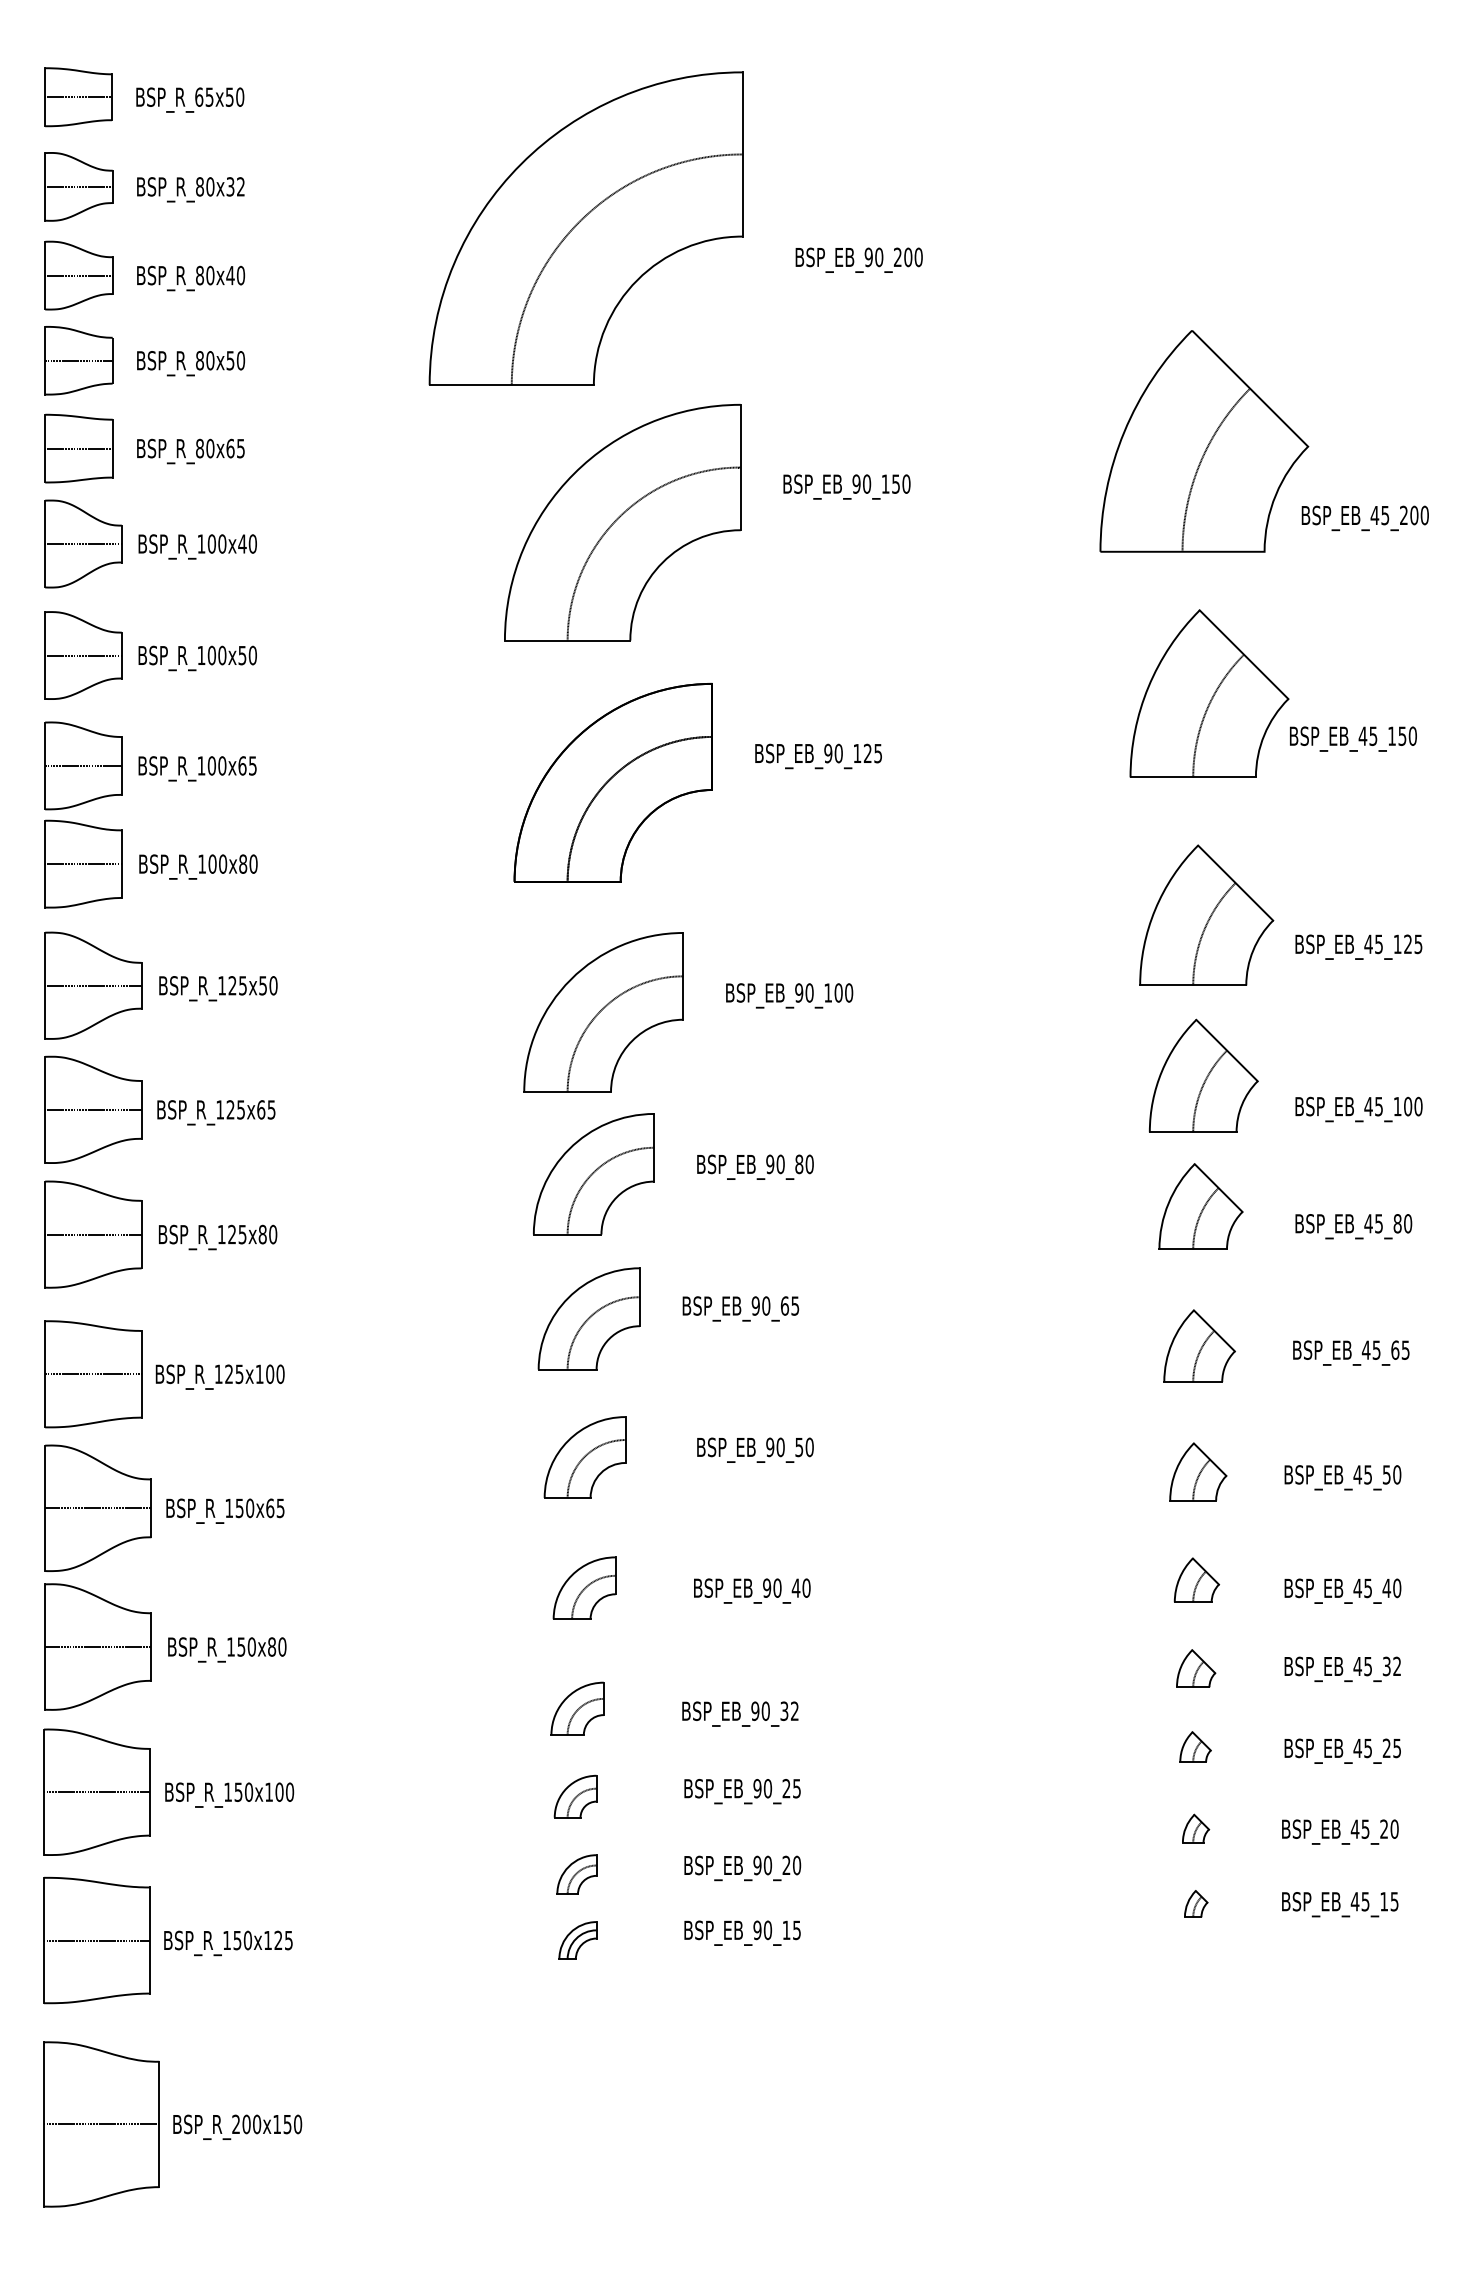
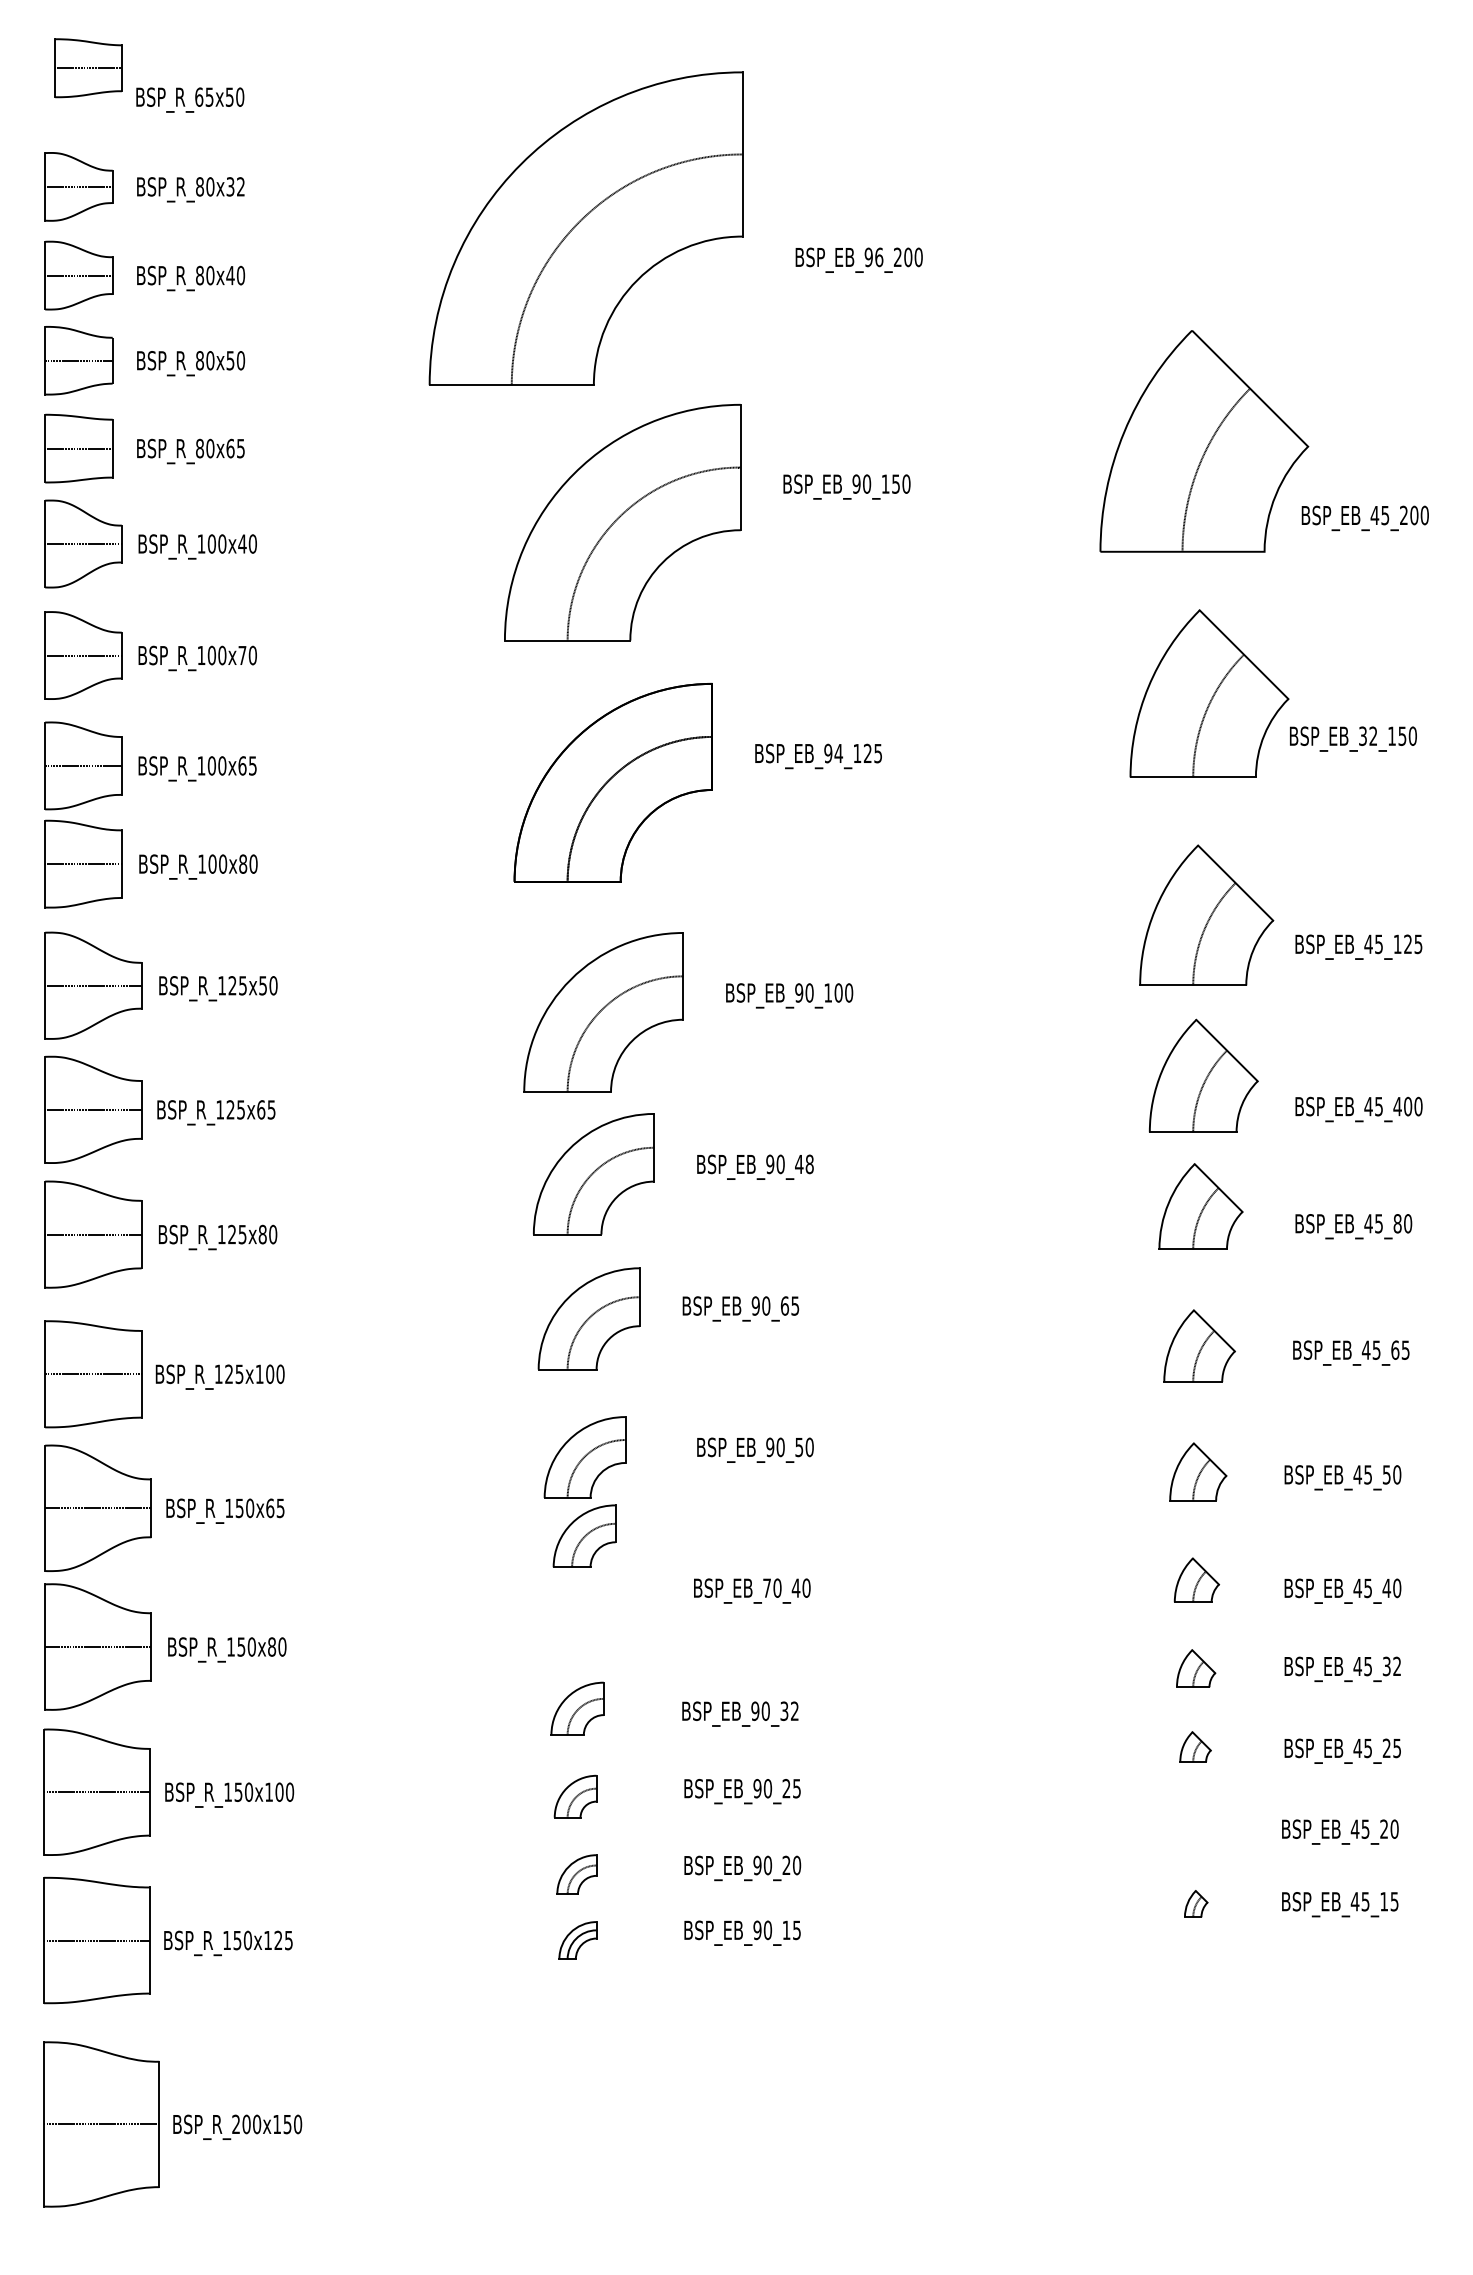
part at (78, 97) position: (78, 97) -> (88, 68)
text at (879, 256): BSP_EB_90_200 -> BSP_EB_96_200
text at (242, 655): BSP_R_100x50 -> BSP_R_100x70
text at (1367, 736): BSP_EB_45_150 -> BSP_EB_32_150
text at (838, 753): BSP_EB_90_125 -> BSP_EB_94_125
text at (1397, 1106): BSP_EB_45_100 -> BSP_EB_45_400
text at (804, 1164): BSP_EB_90_80 -> BSP_EB_90_48
part at (584, 1587) position: (584, 1587) -> (584, 1535)
text at (767, 1587): BSP_EB_90_40 -> BSP_EB_70_40
part at (1196, 1828): present -> none
